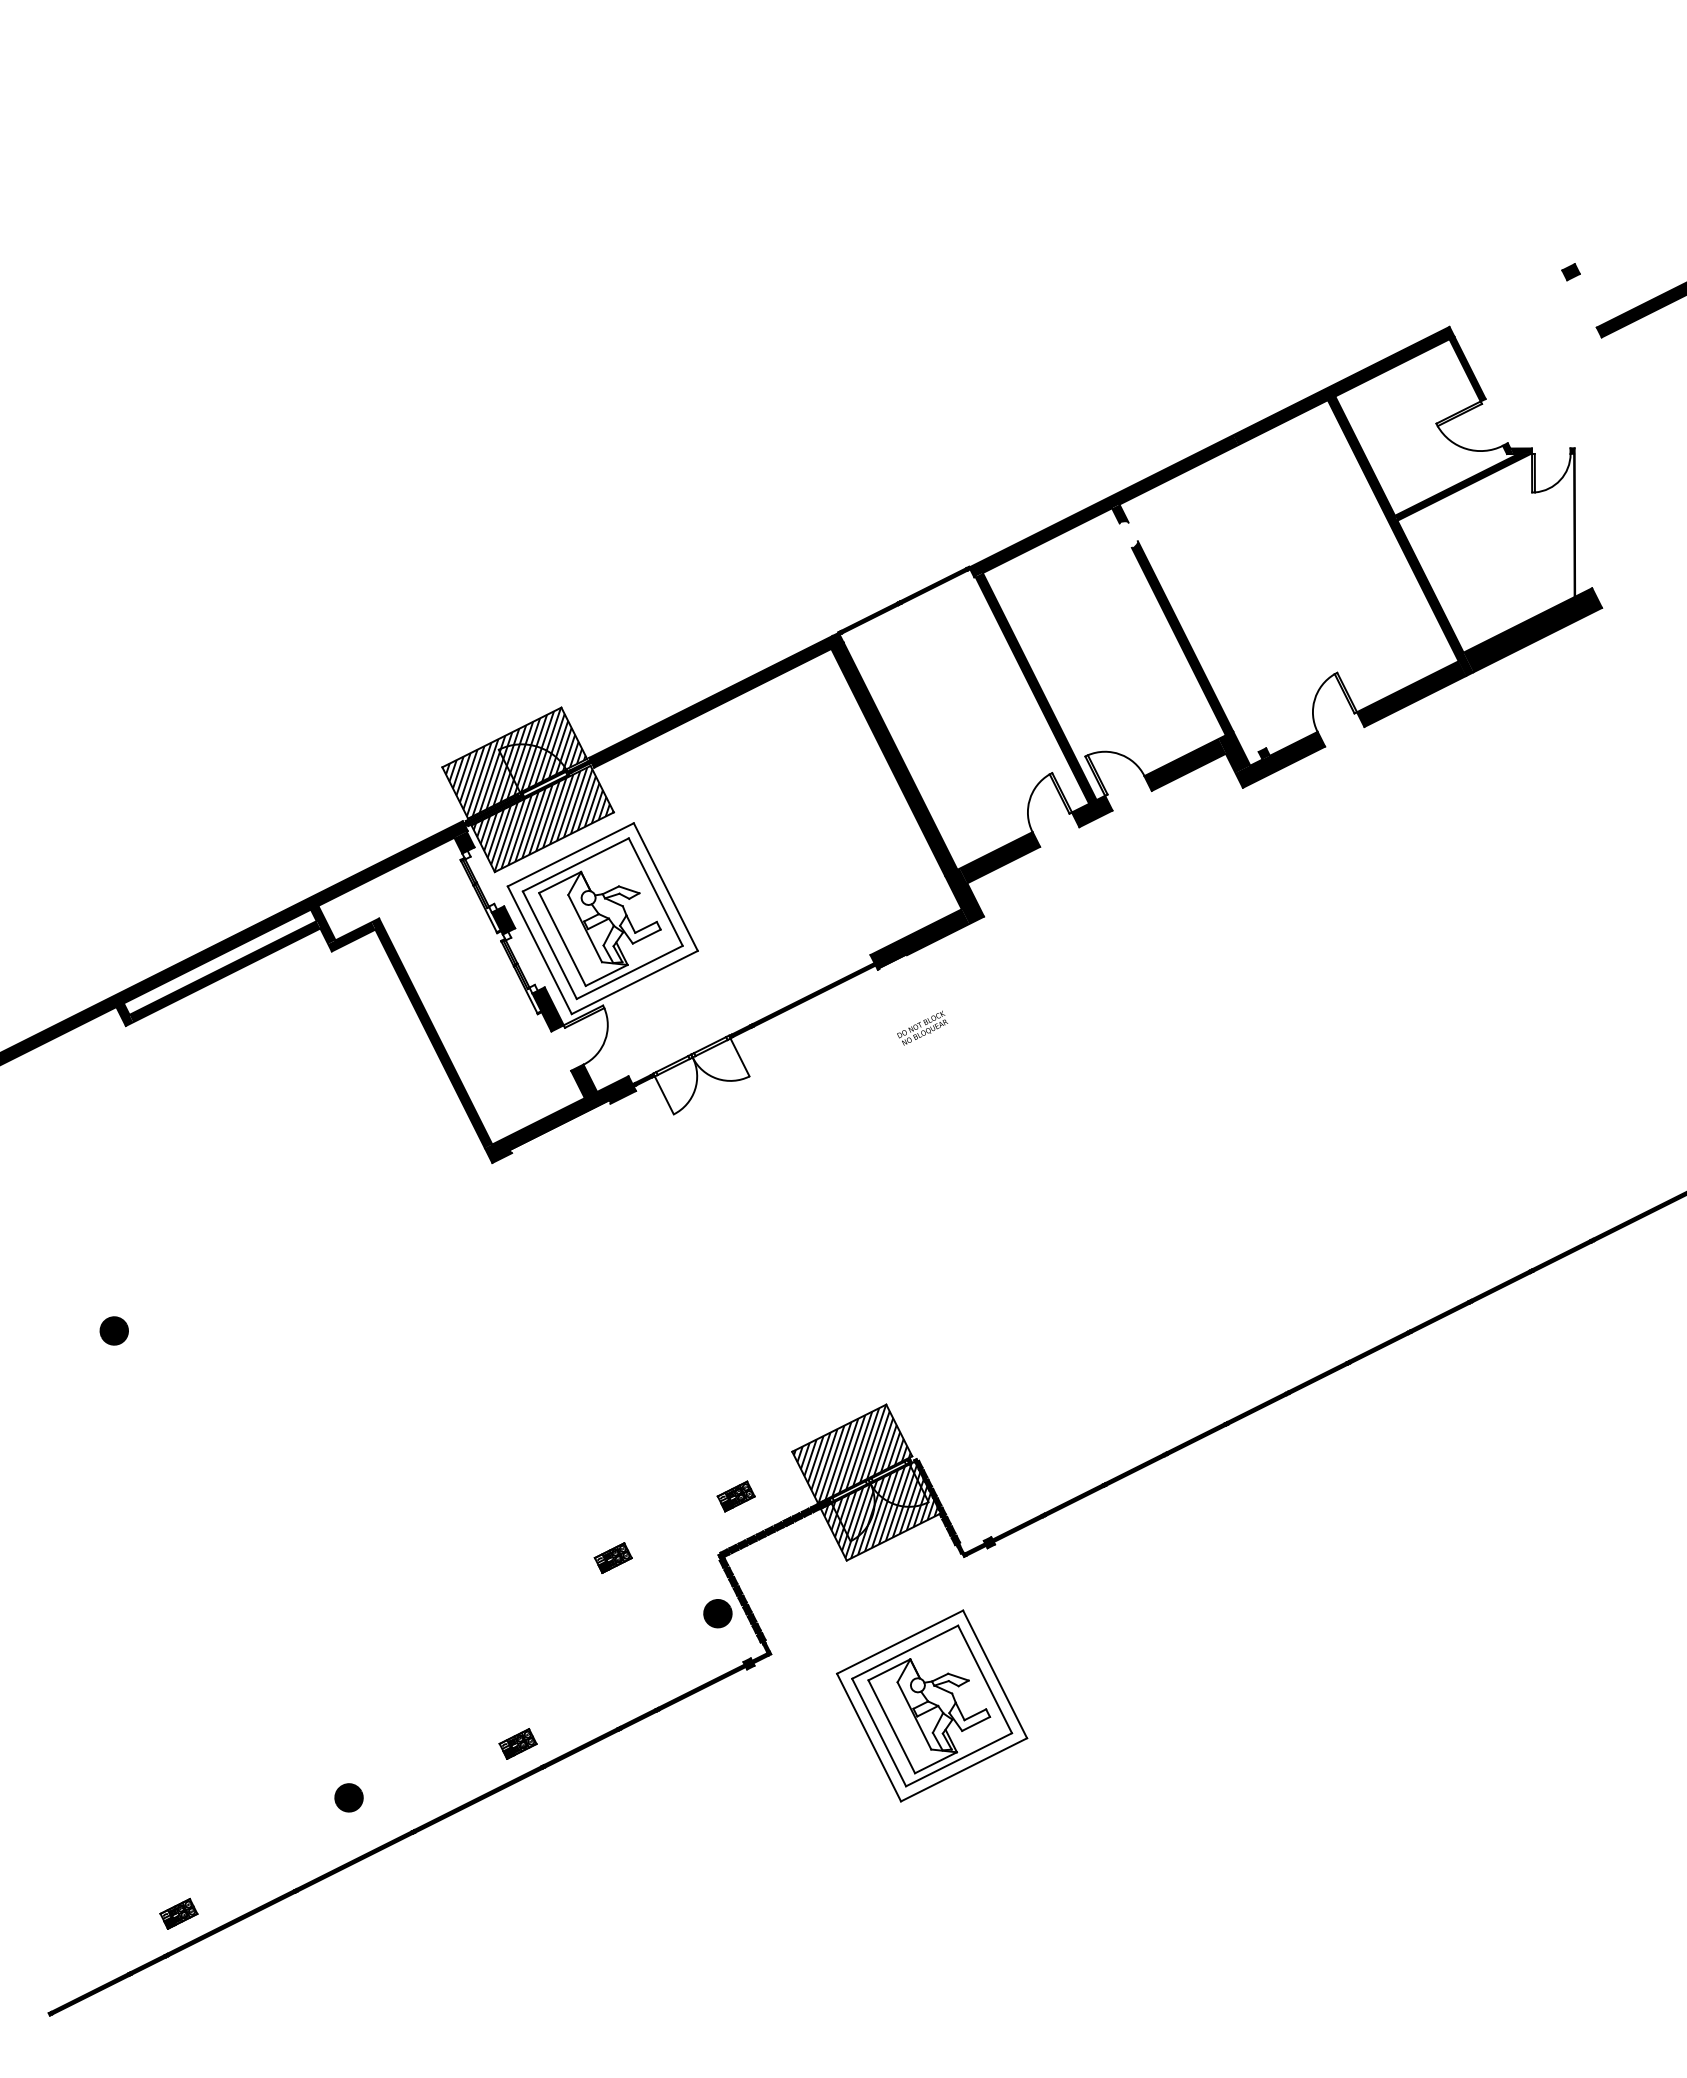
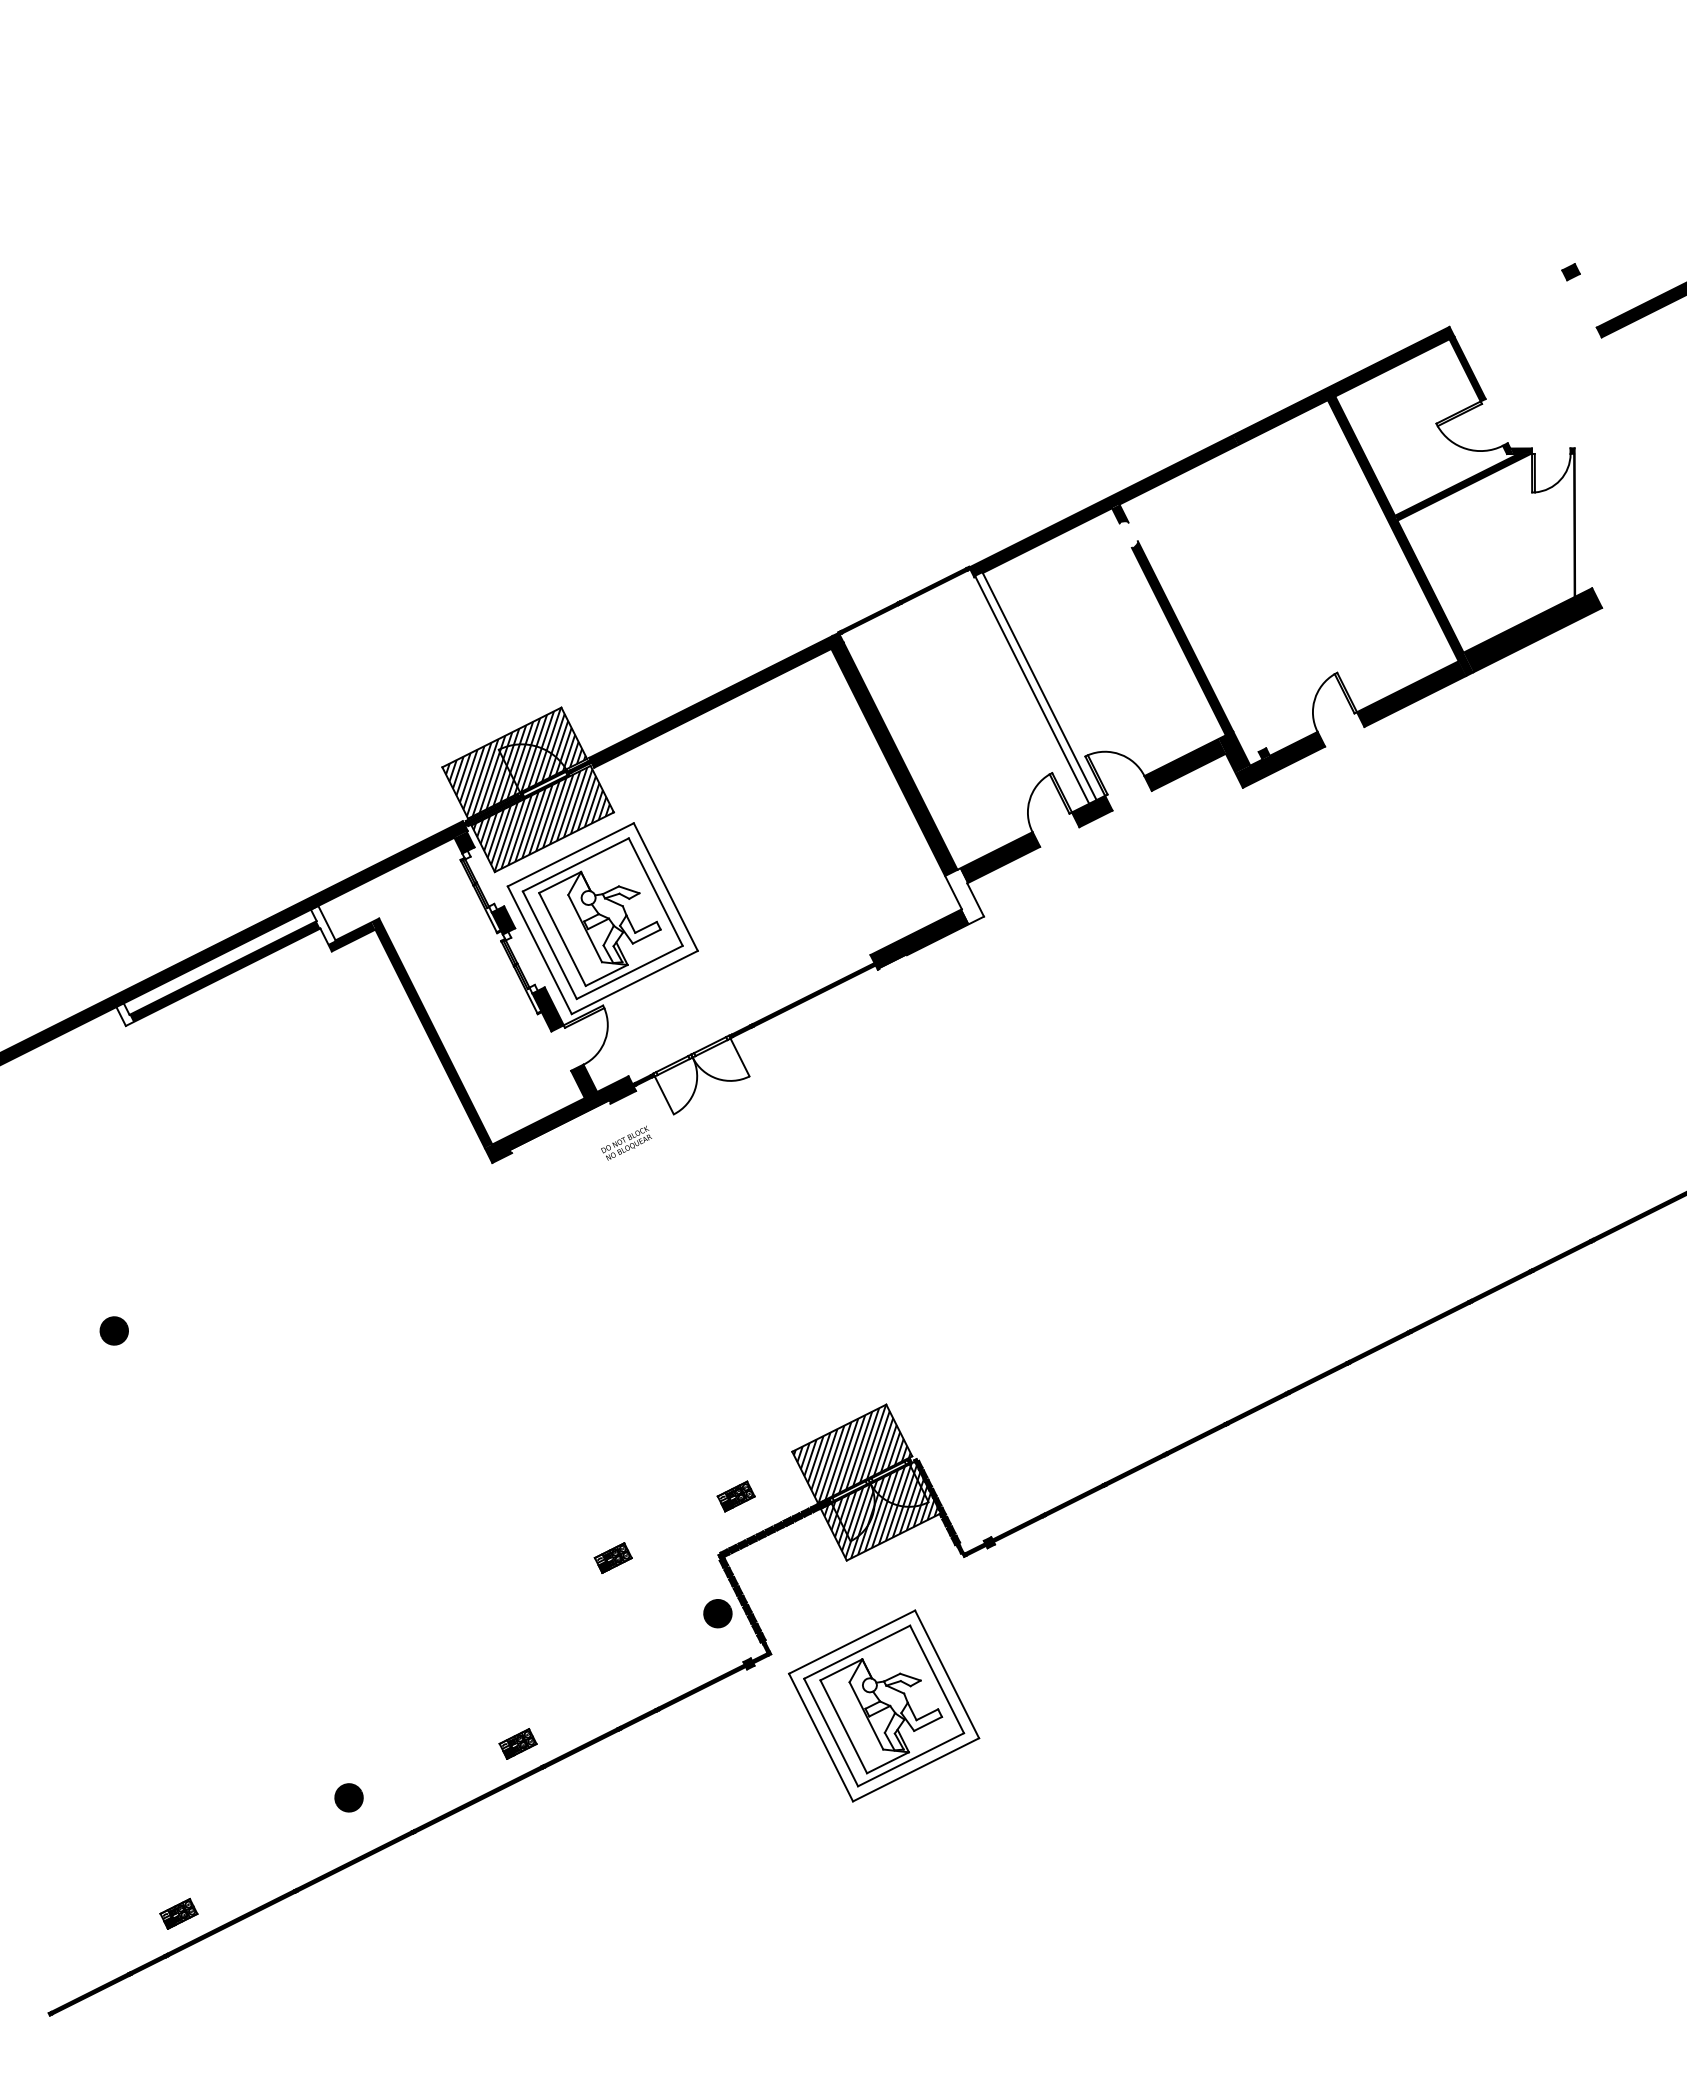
fill at (1035, 688): present -> none
fill at (964, 896): present -> none
fill at (322, 924): present -> none
fill at (124, 1014): present -> none
text at (922, 1027) position: (922, 1027) -> (626, 1142)
part at (932, 1705) position: (932, 1705) -> (884, 1705)
